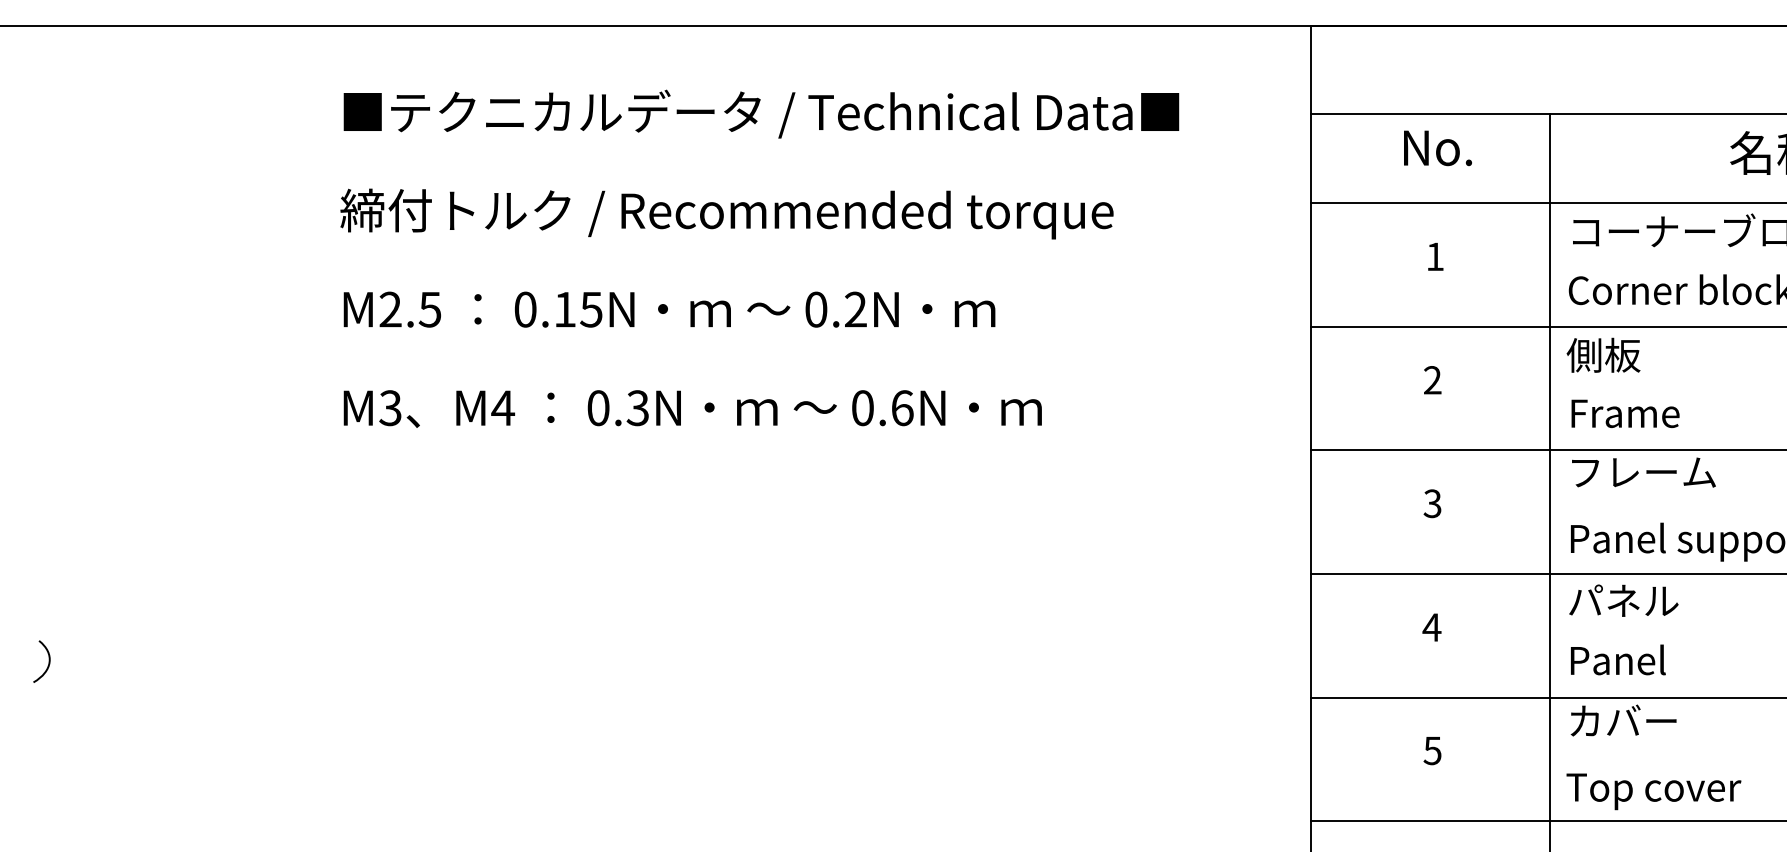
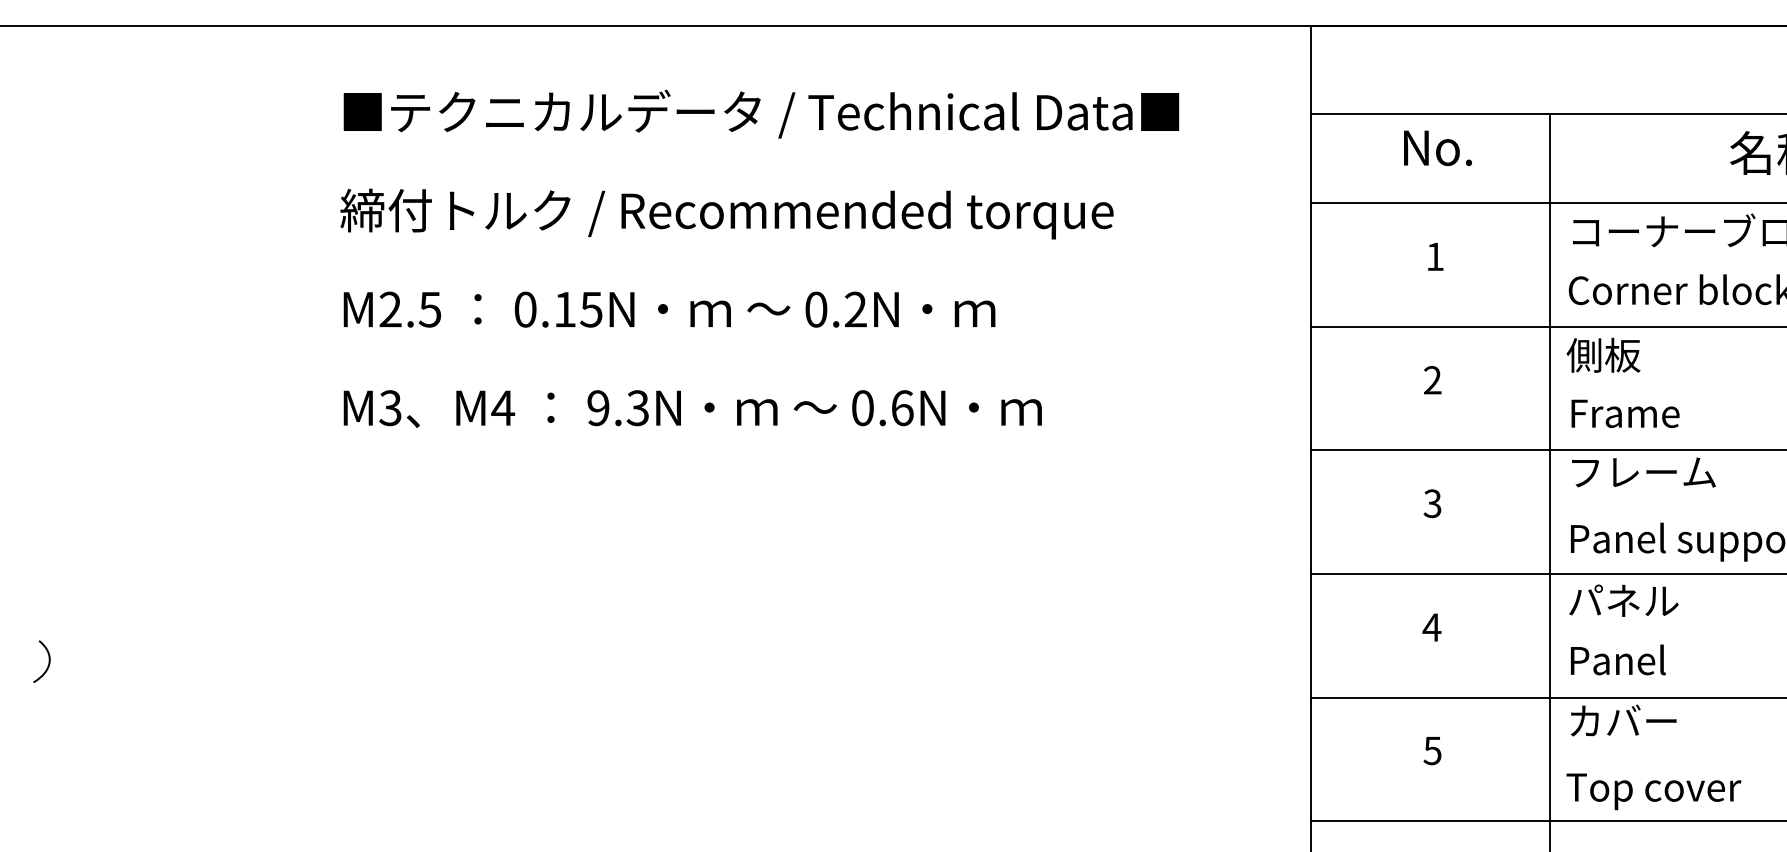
text at (598, 408): 0.3N -> 9.3N
